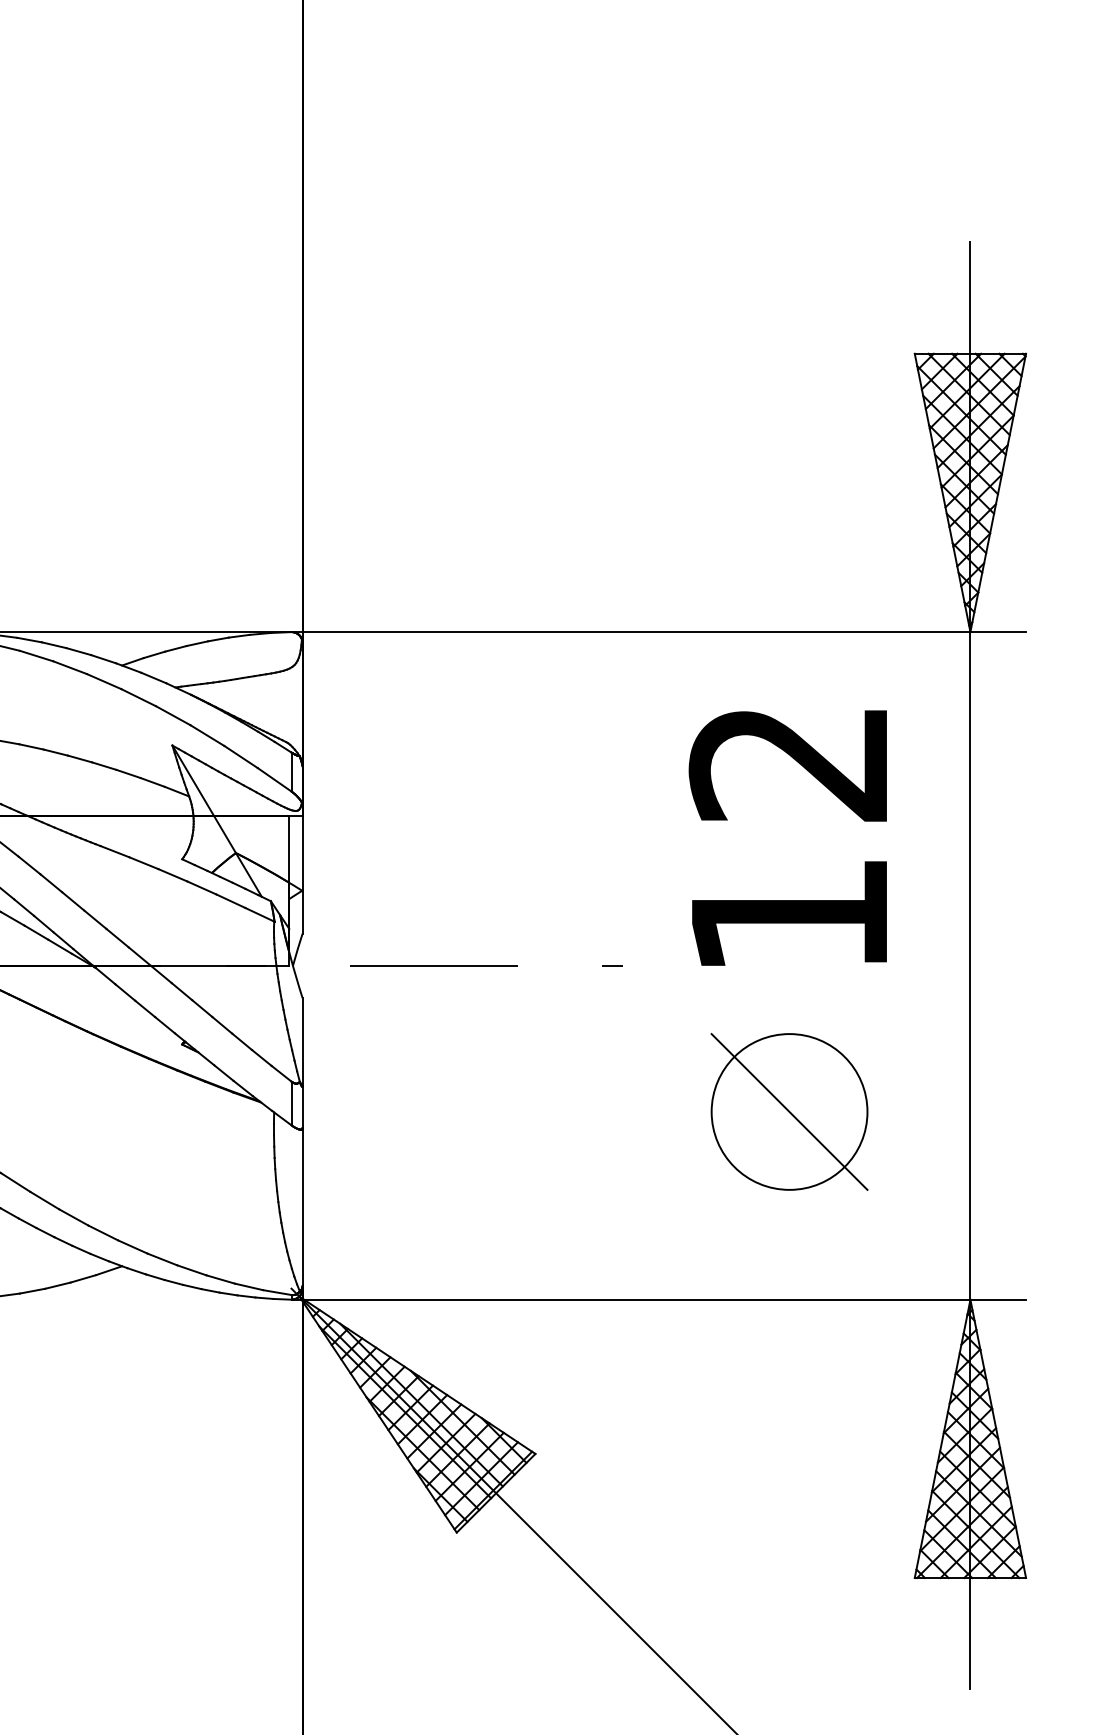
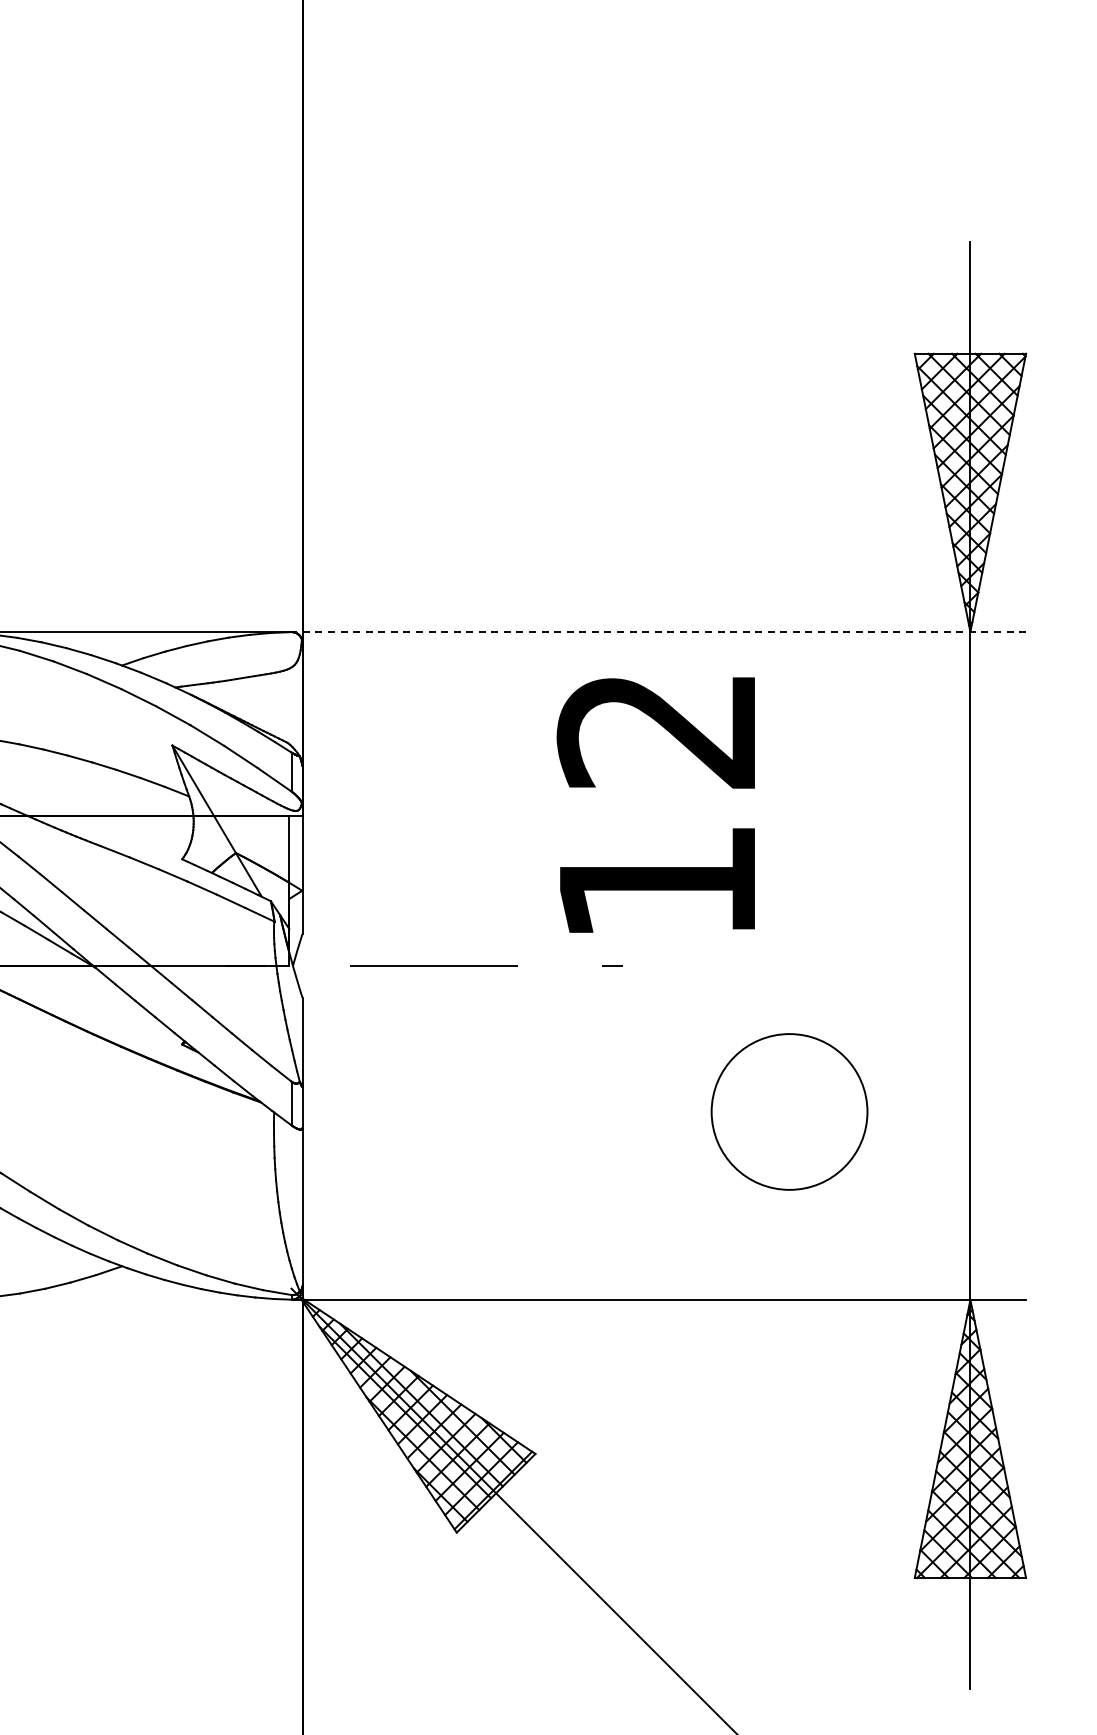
line at (658, 632): solid -> dashed
text at (787, 837) position: (787, 837) -> (655, 804)
line at (789, 1111): present -> none
